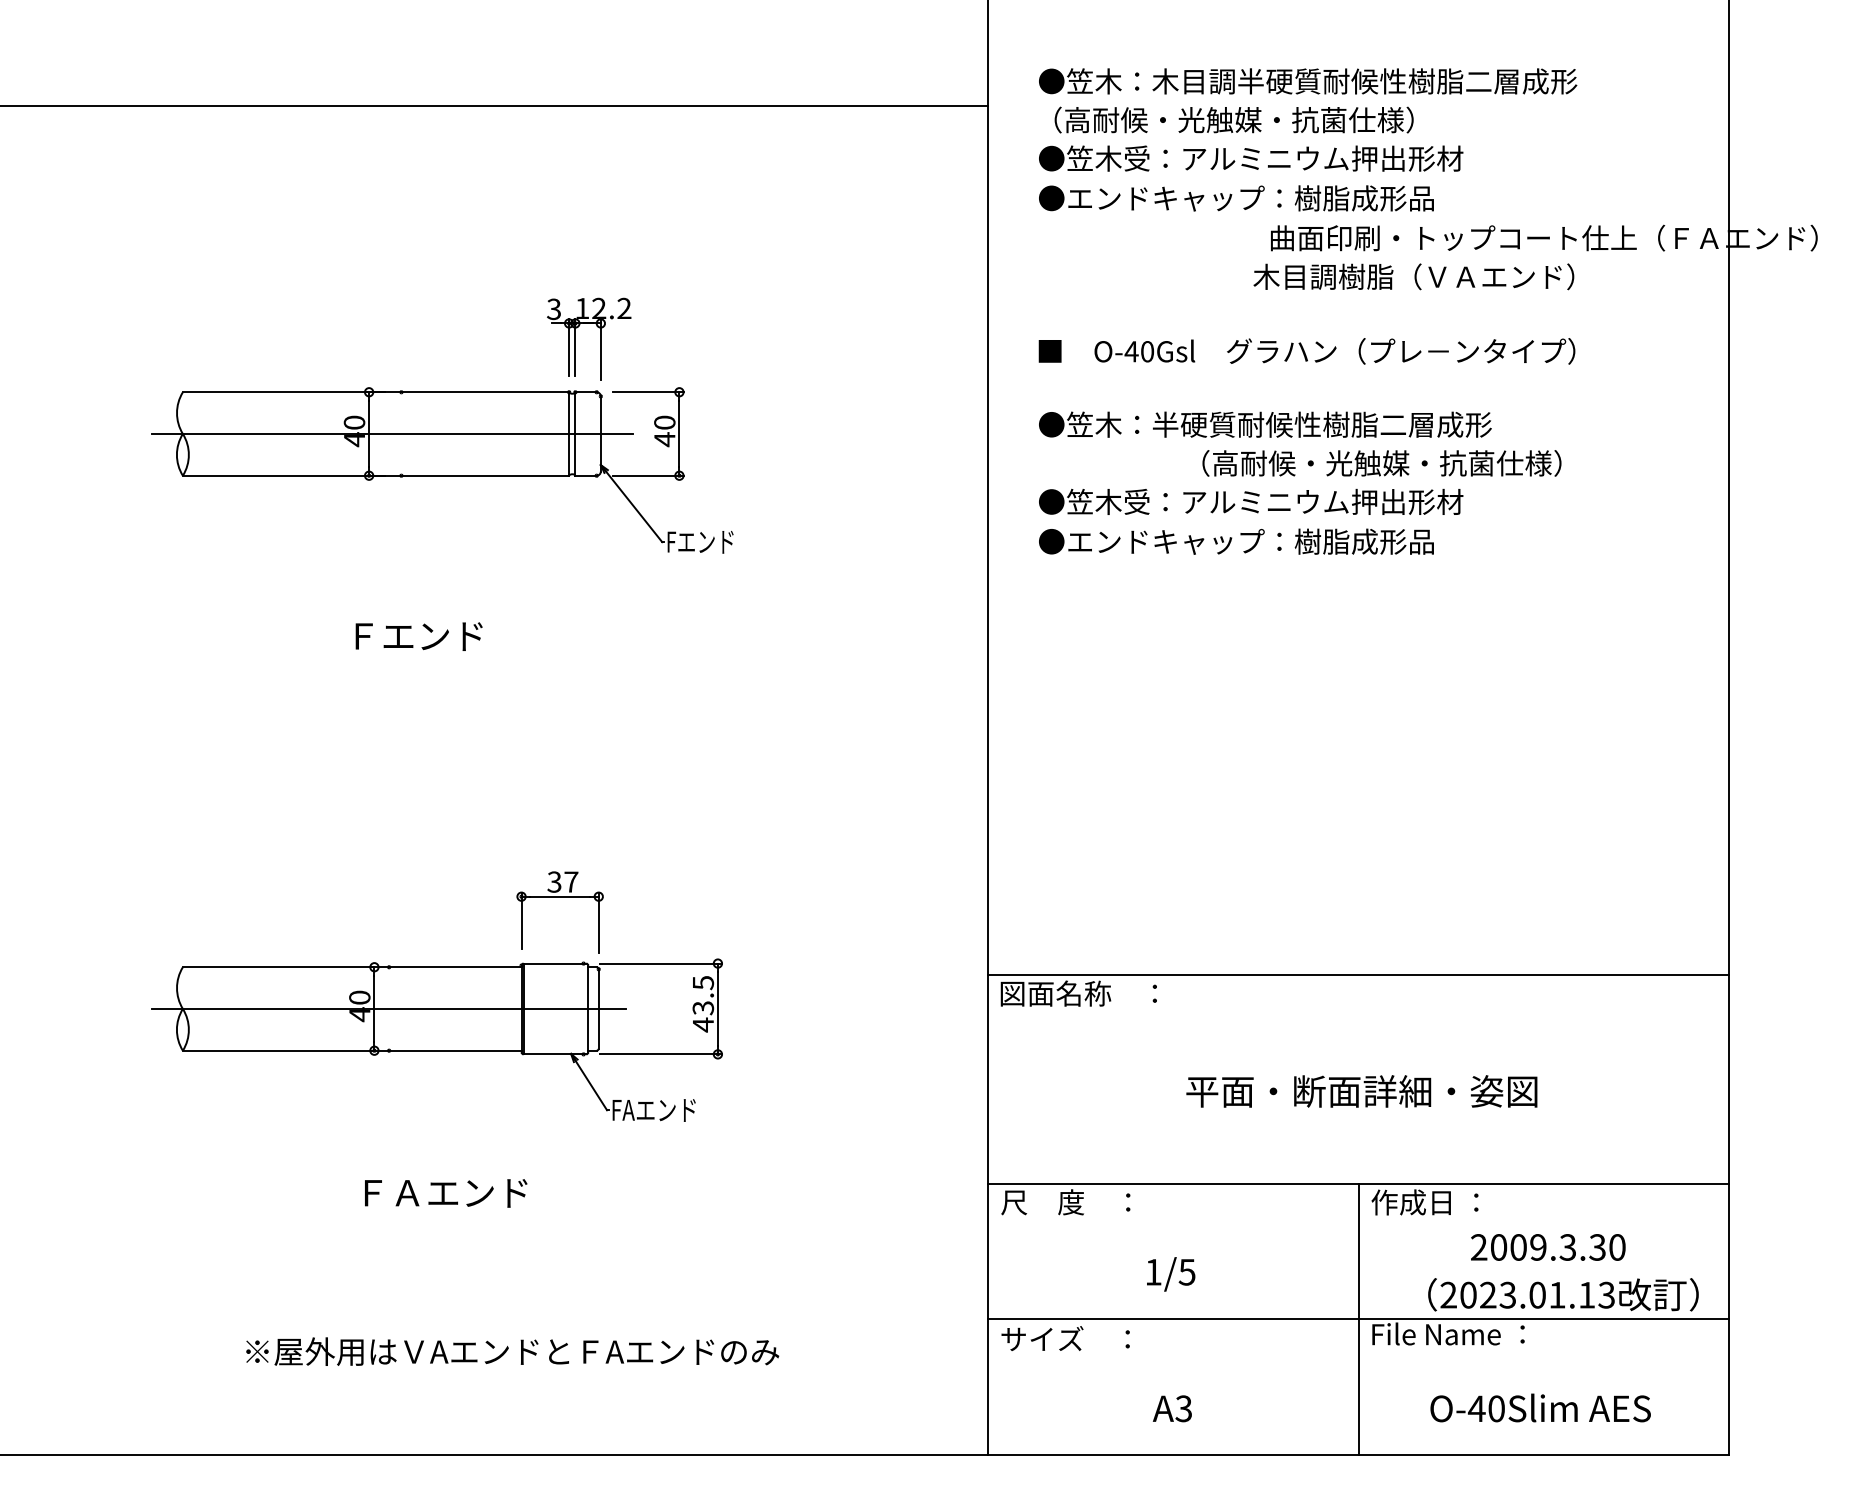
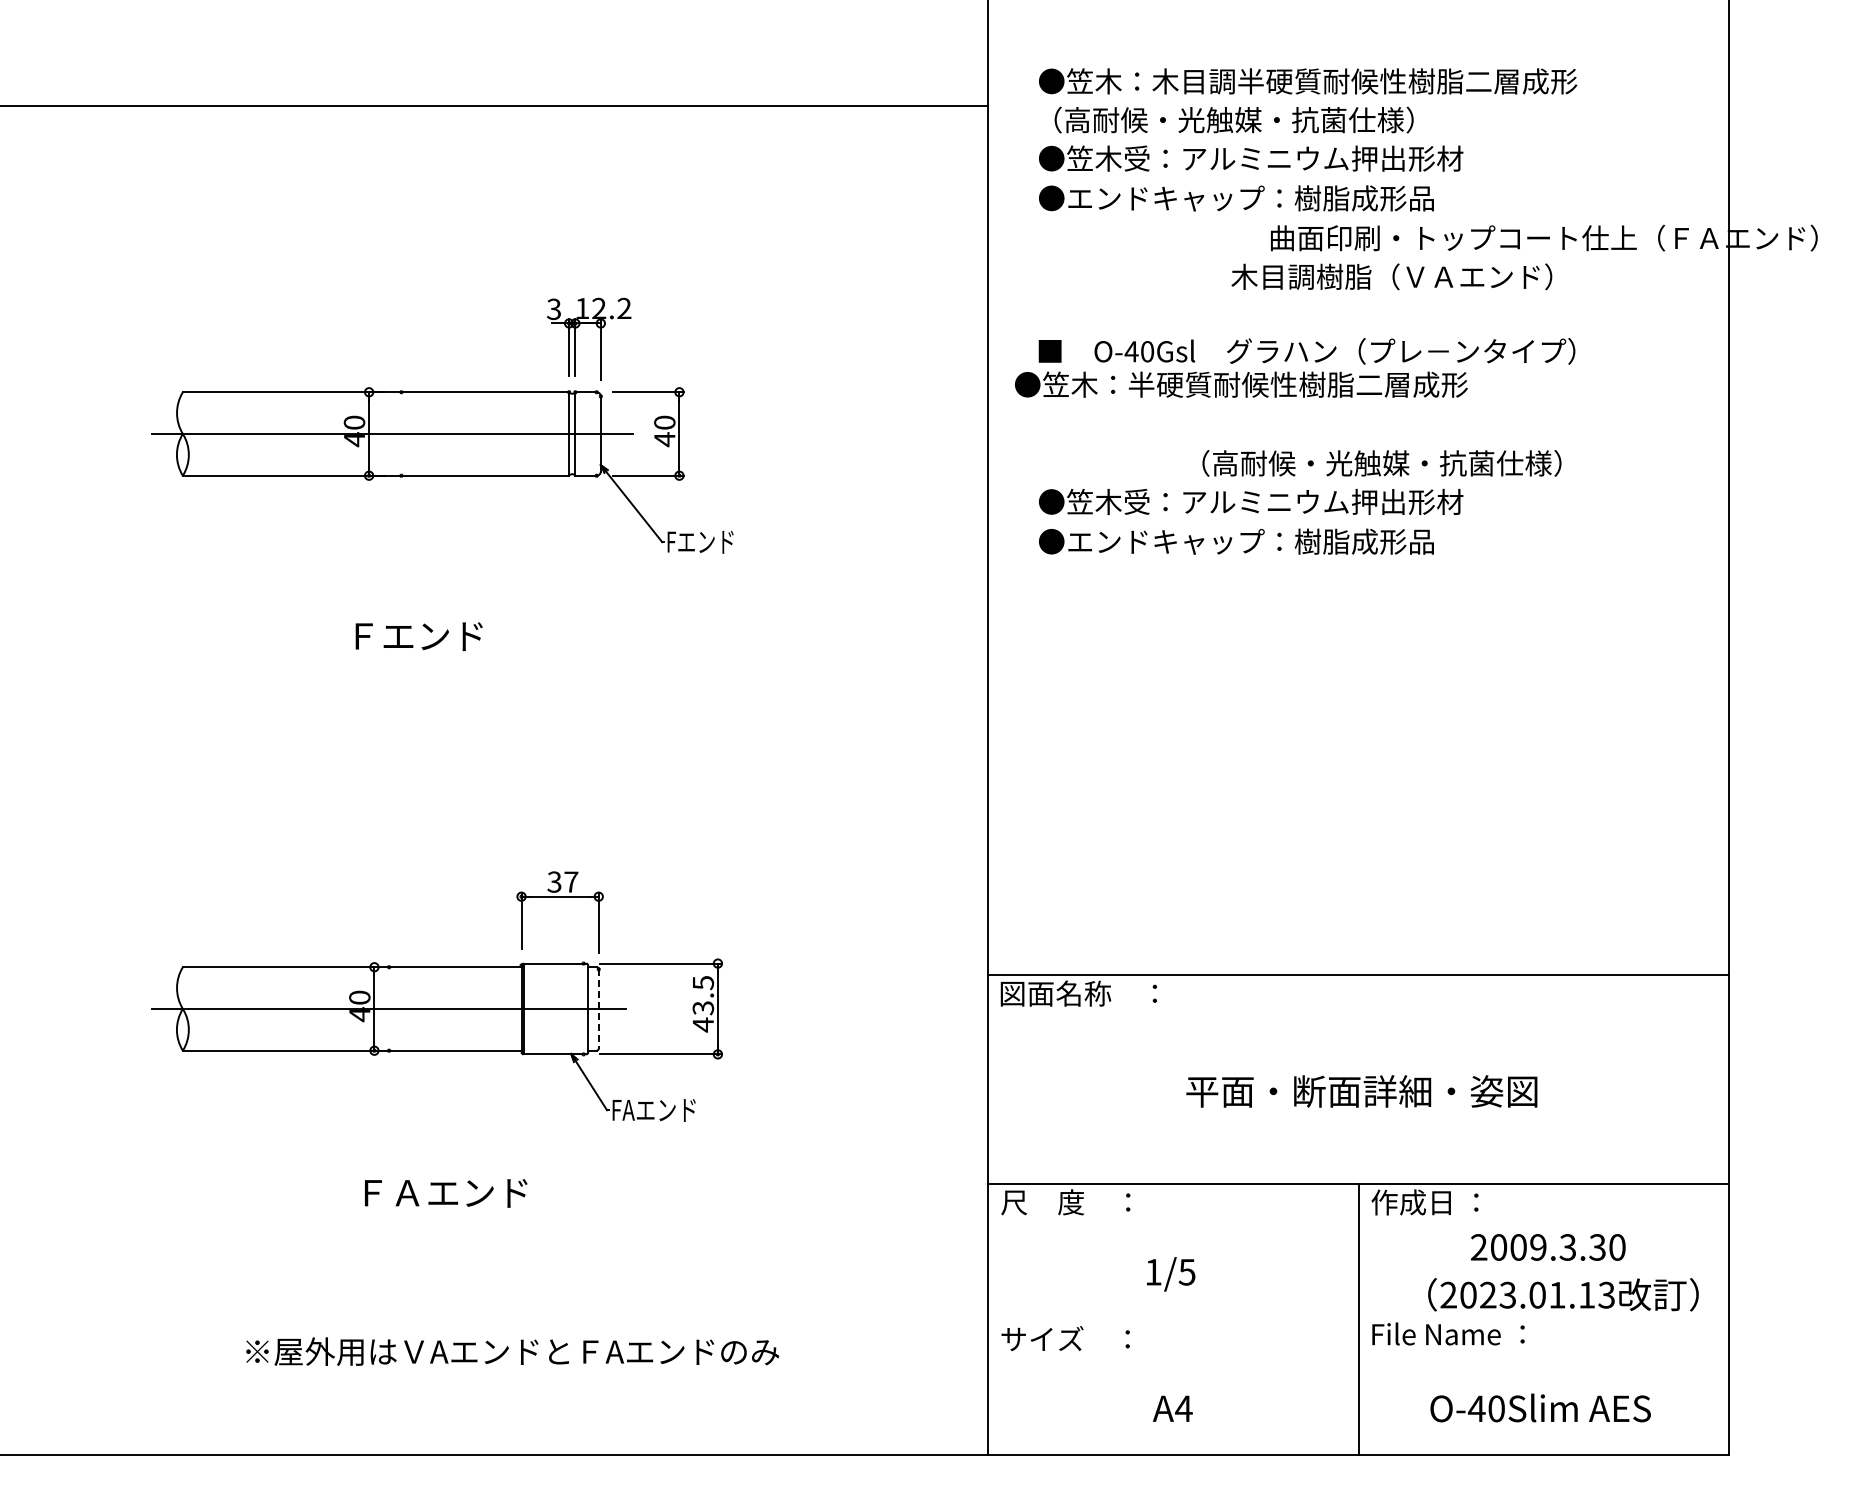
text at (1413, 276) position: (1413, 276) -> (1391, 276)
text at (1265, 424) position: (1265, 424) -> (1241, 384)
line at (598, 1008): solid -> dashed
line at (1358, 1319): present -> none
text at (1183, 1408): A3 -> A4
